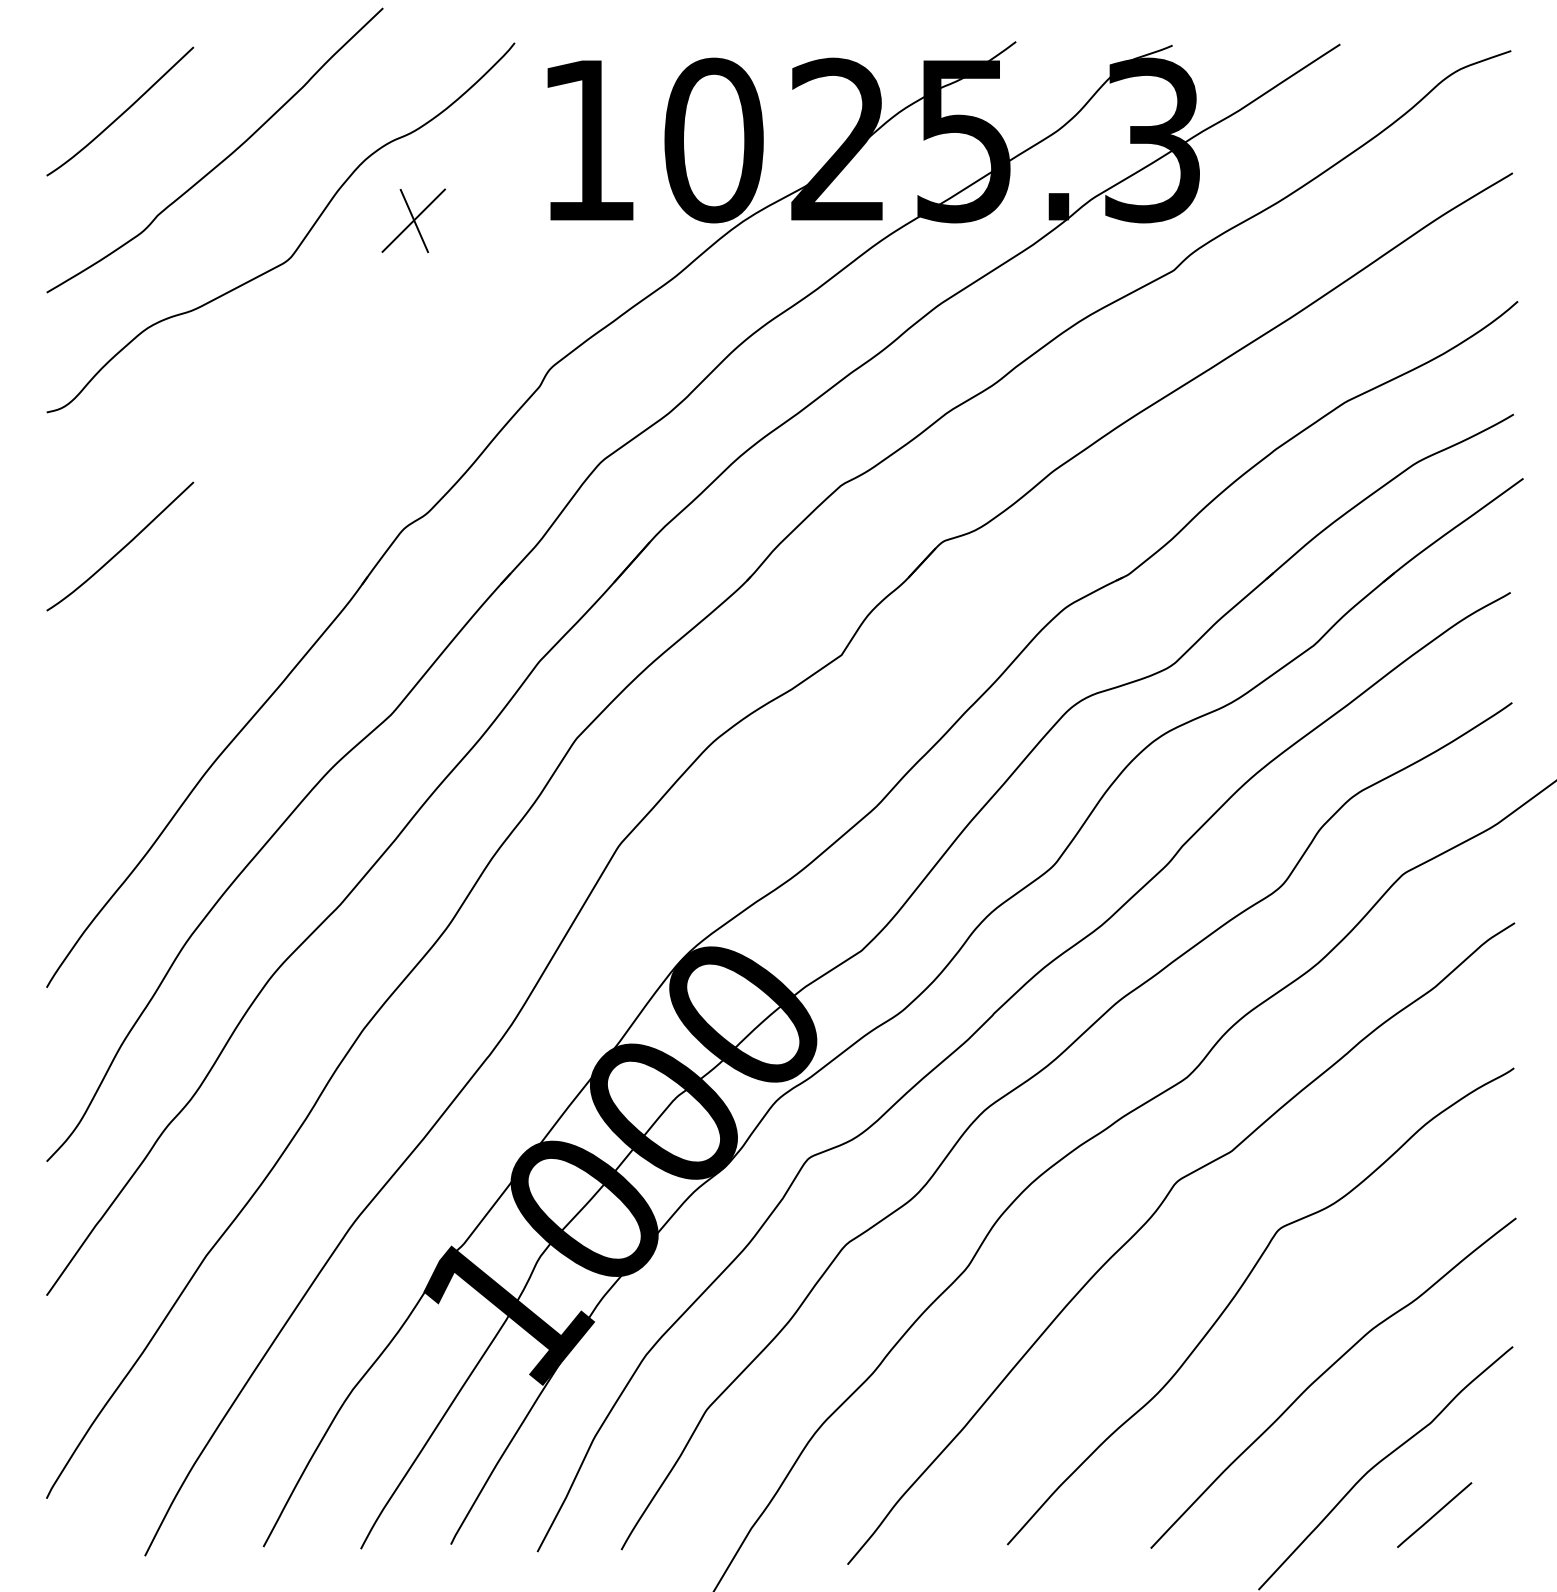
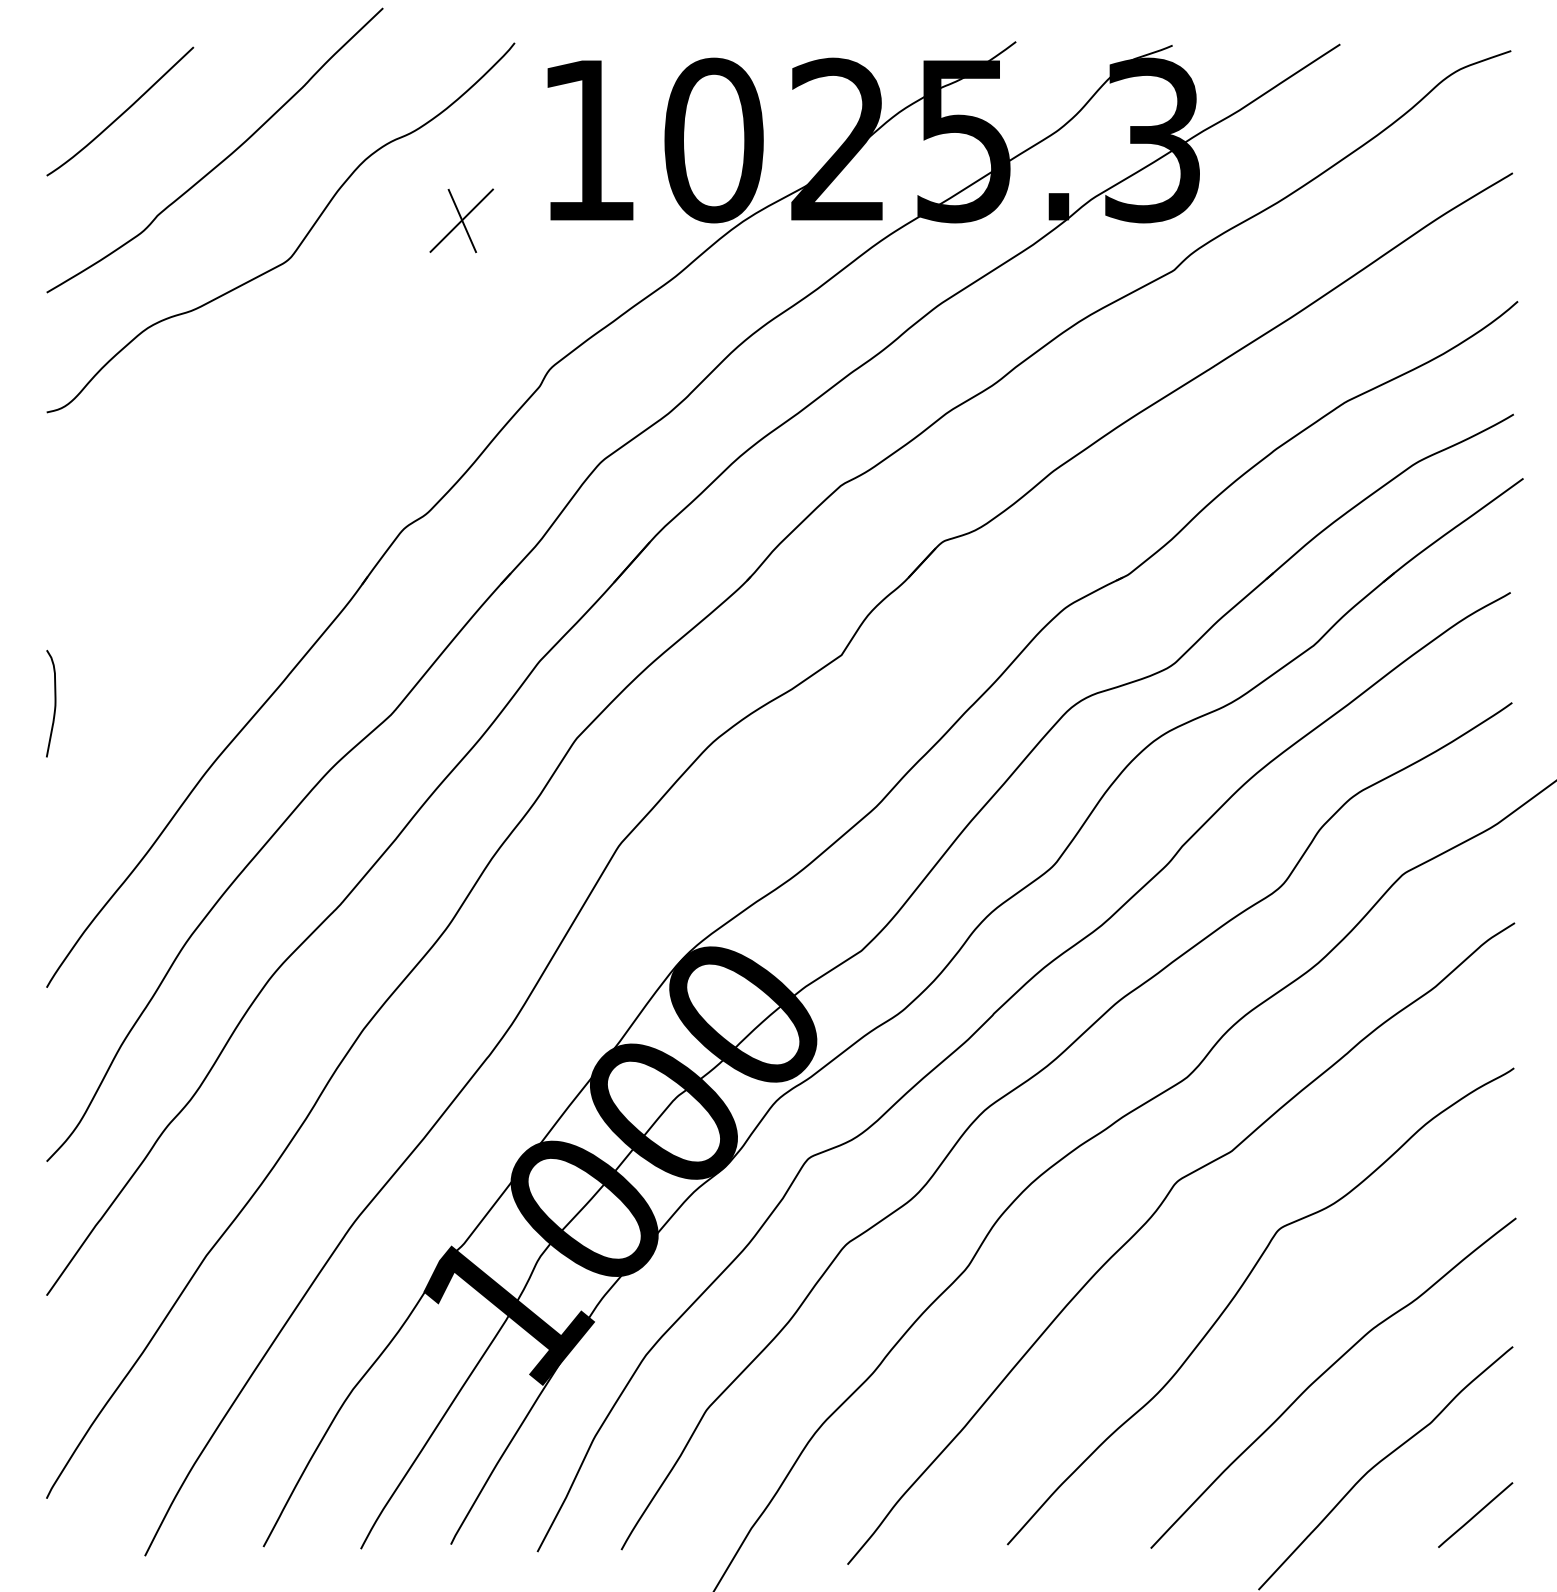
part at (413, 220) position: (413, 220) -> (461, 220)
curve at (122, 547): present -> none
curve at (54, 703): none -> present
line at (1434, 1514) position: (1434, 1514) -> (1475, 1514)
